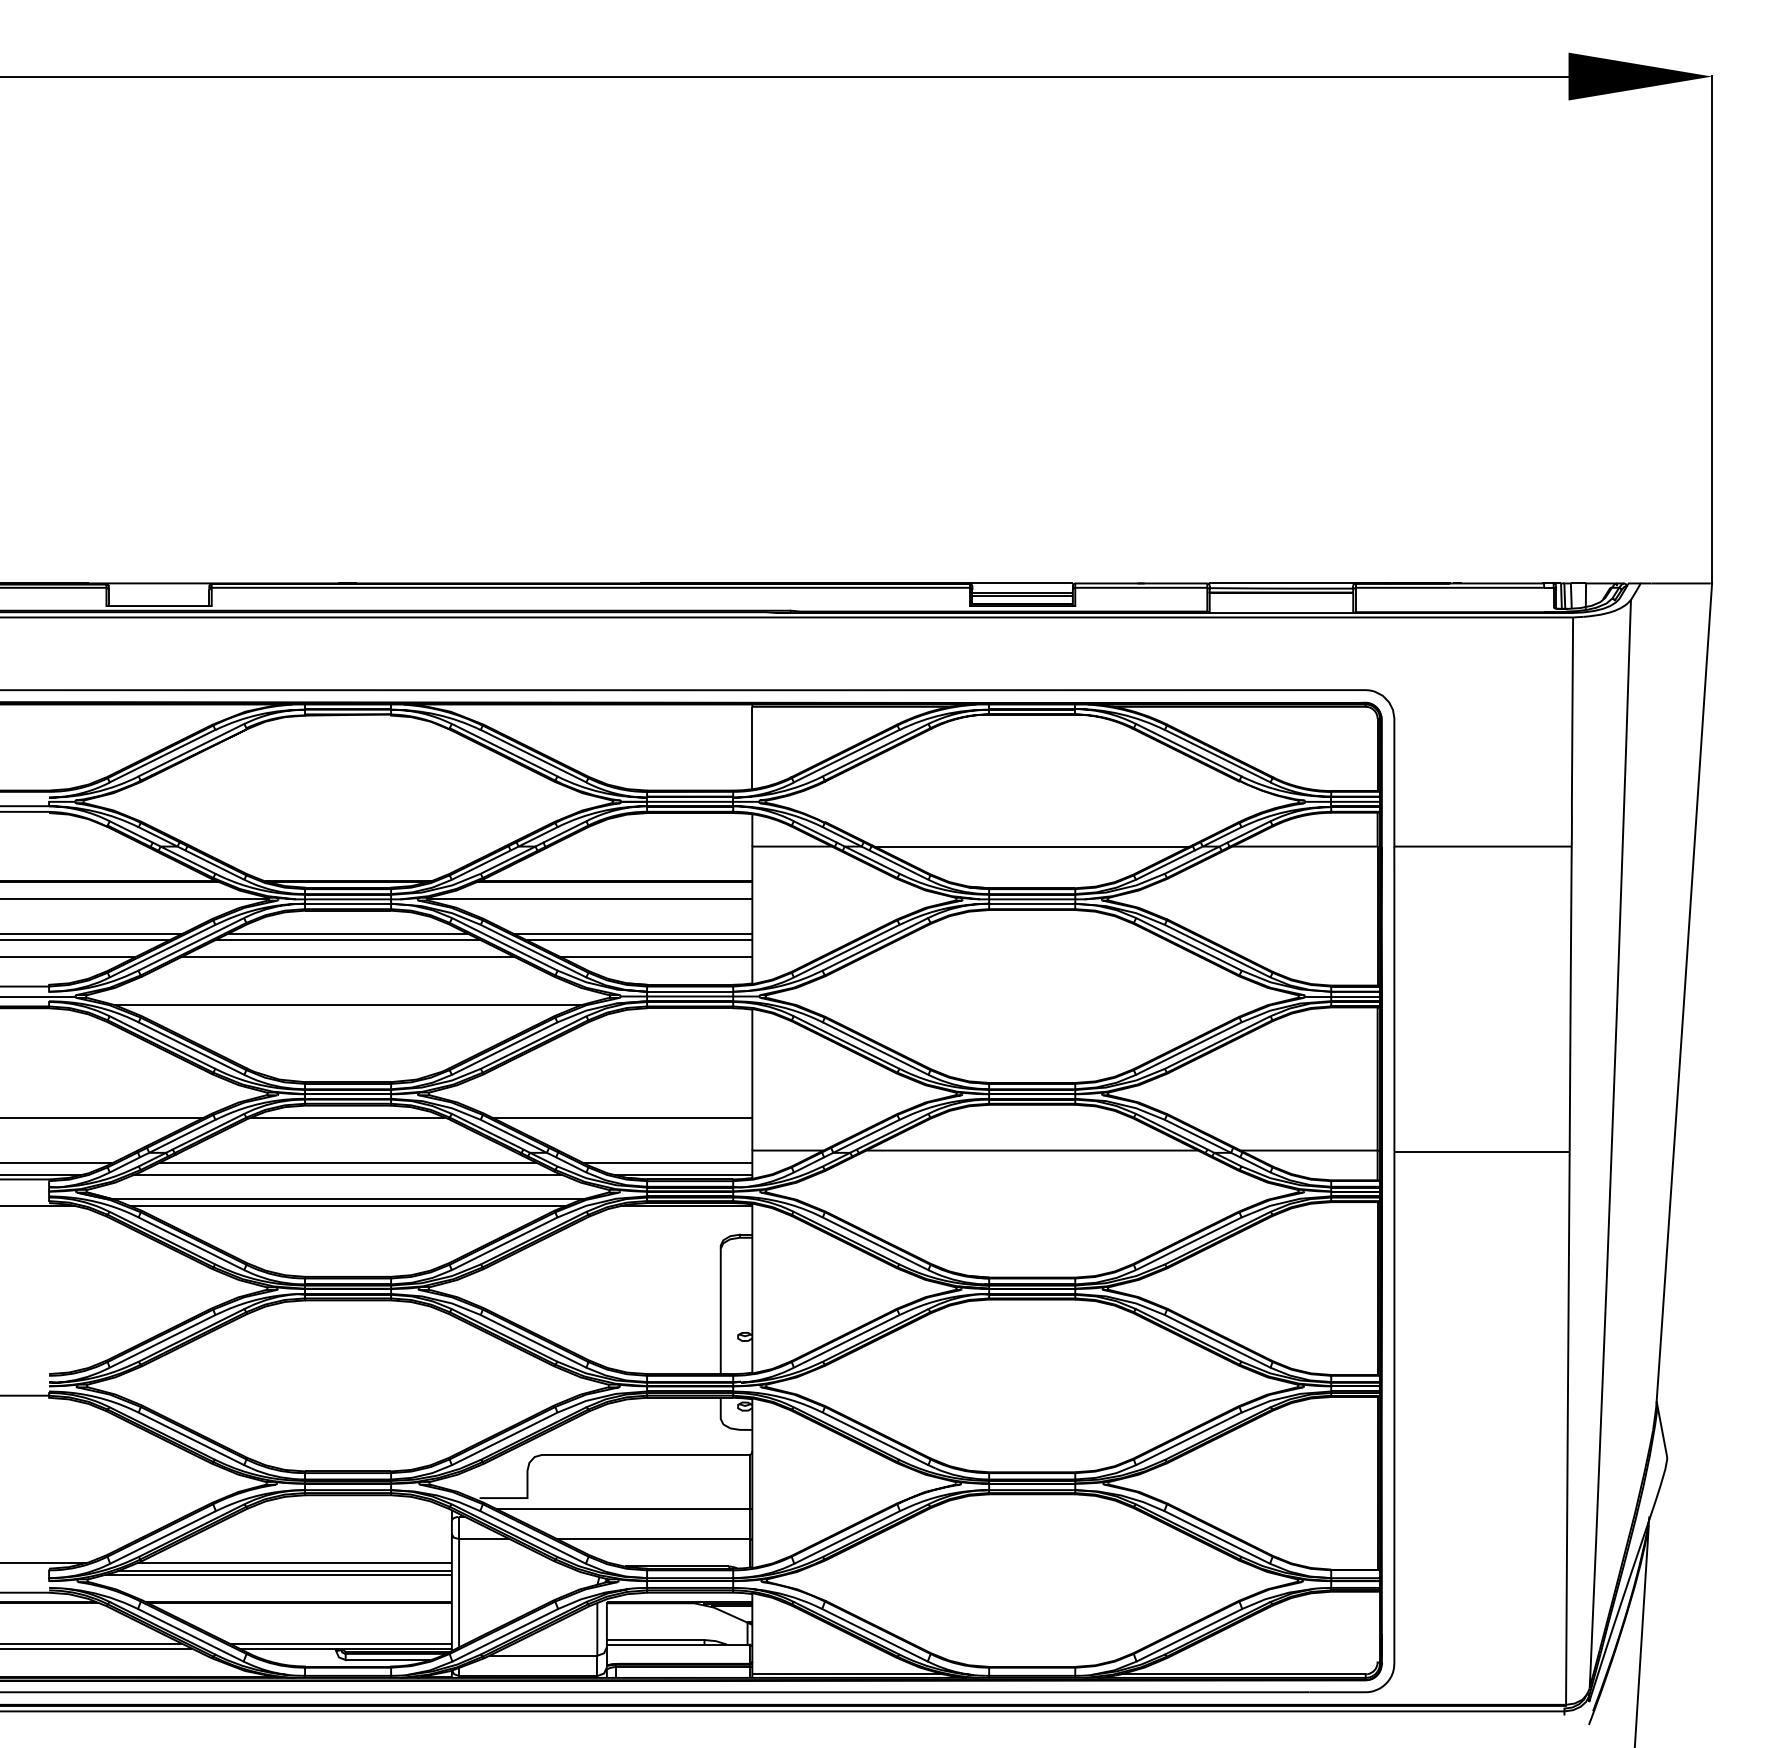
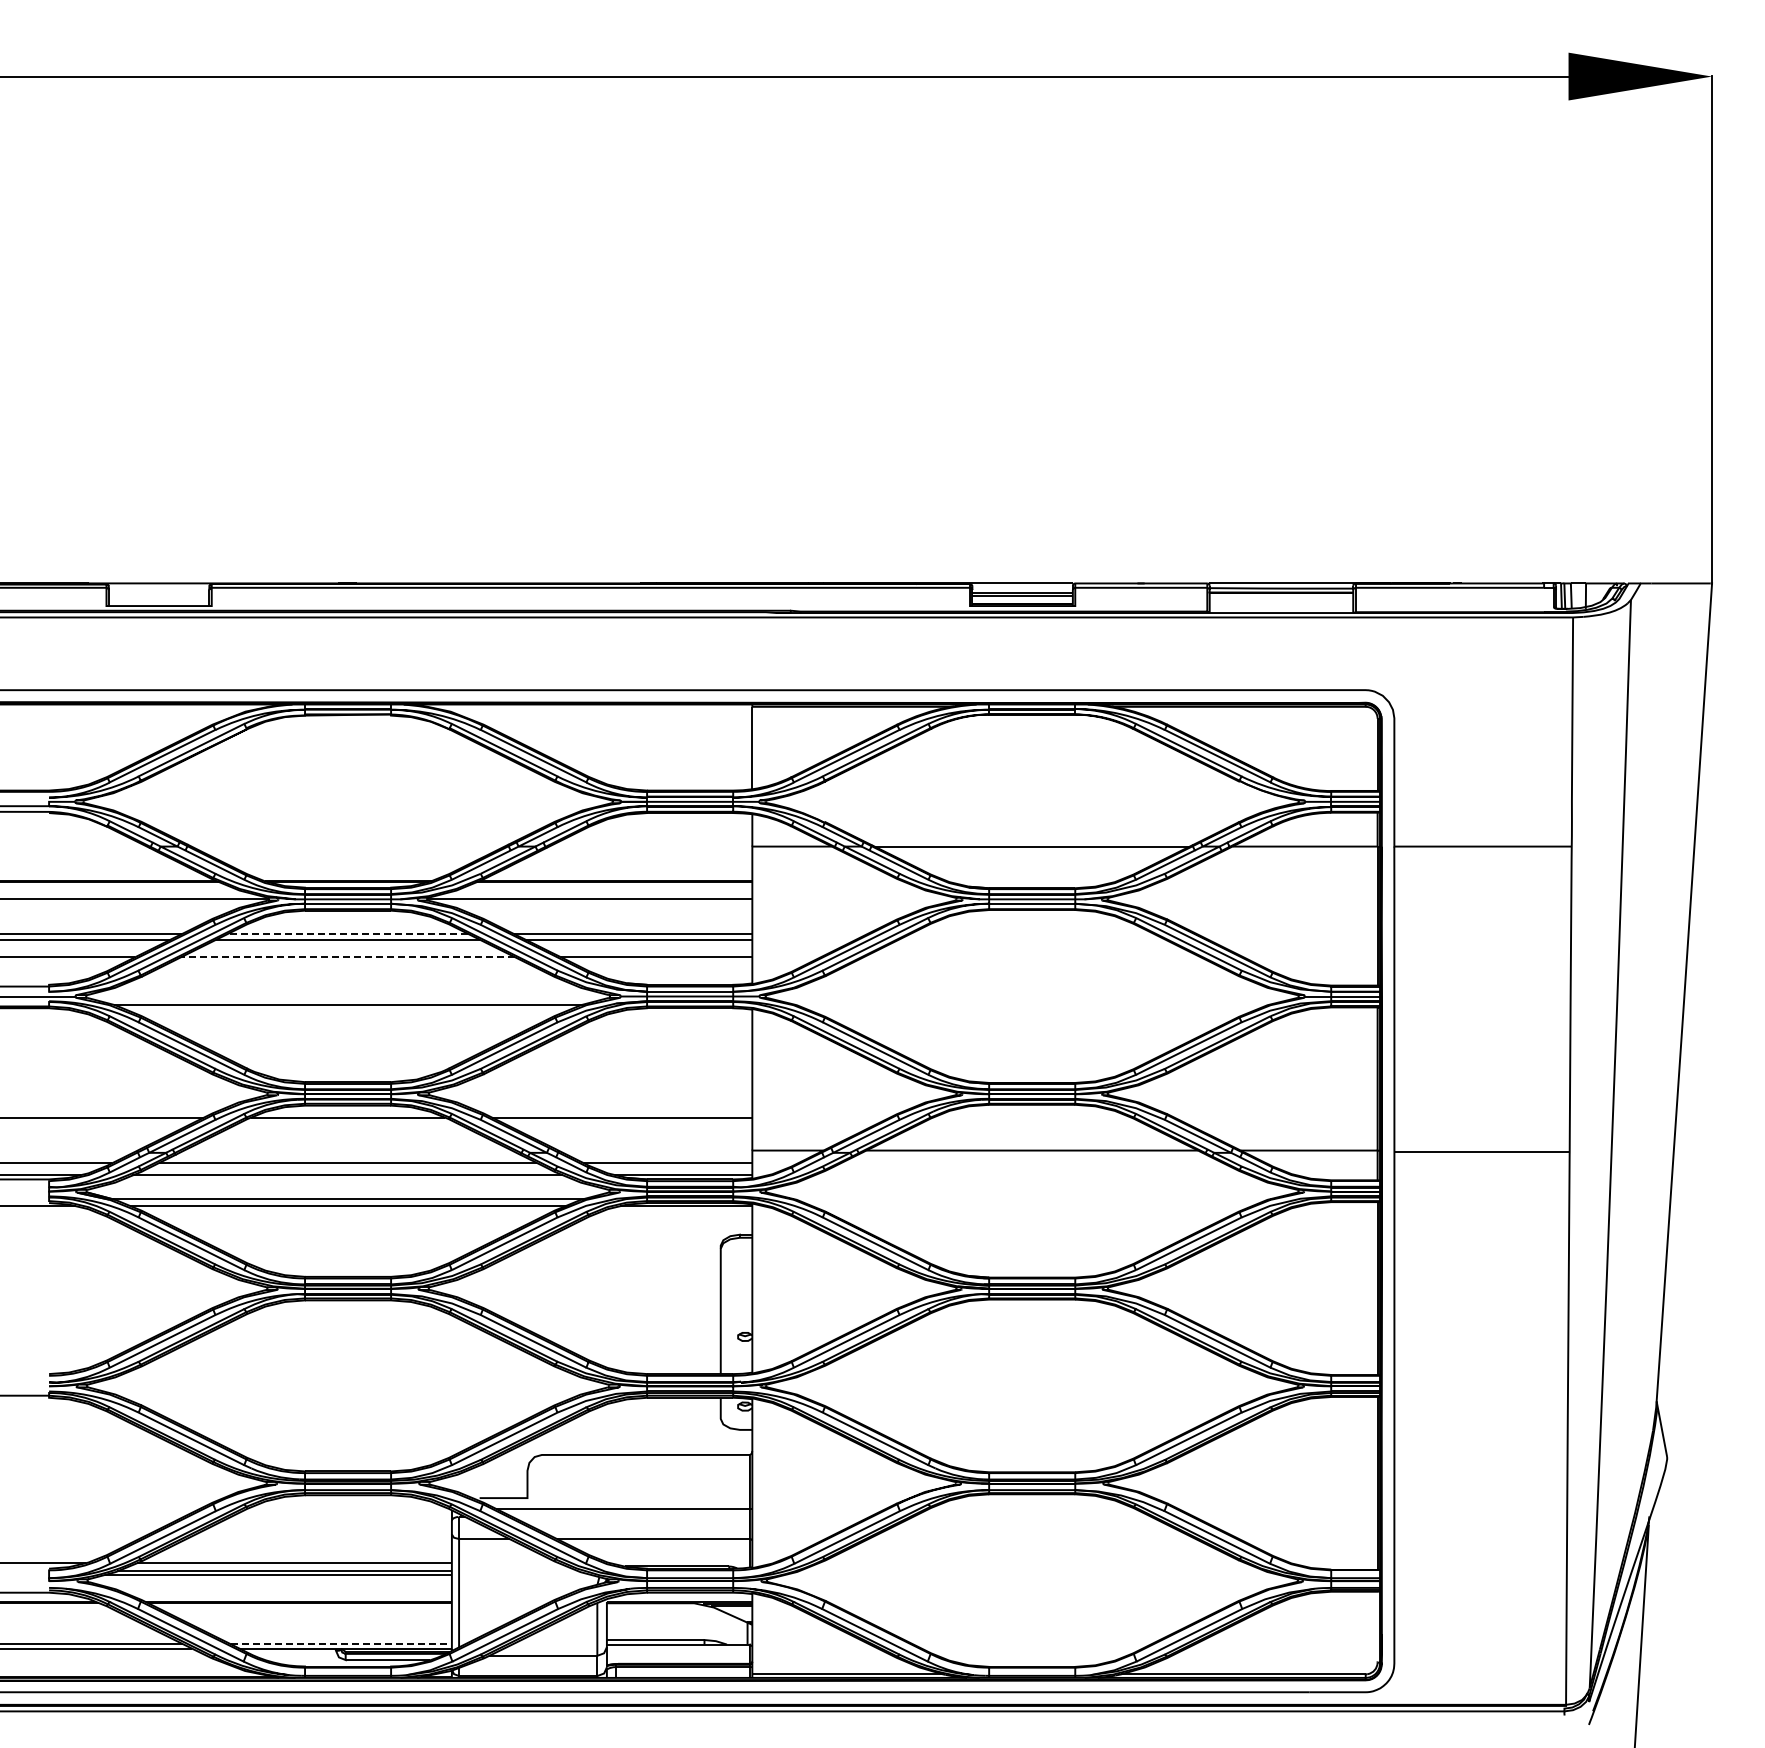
line at (347, 933): solid -> dashed
line at (347, 957): solid -> dashed
line at (341, 1644): solid -> dashed
